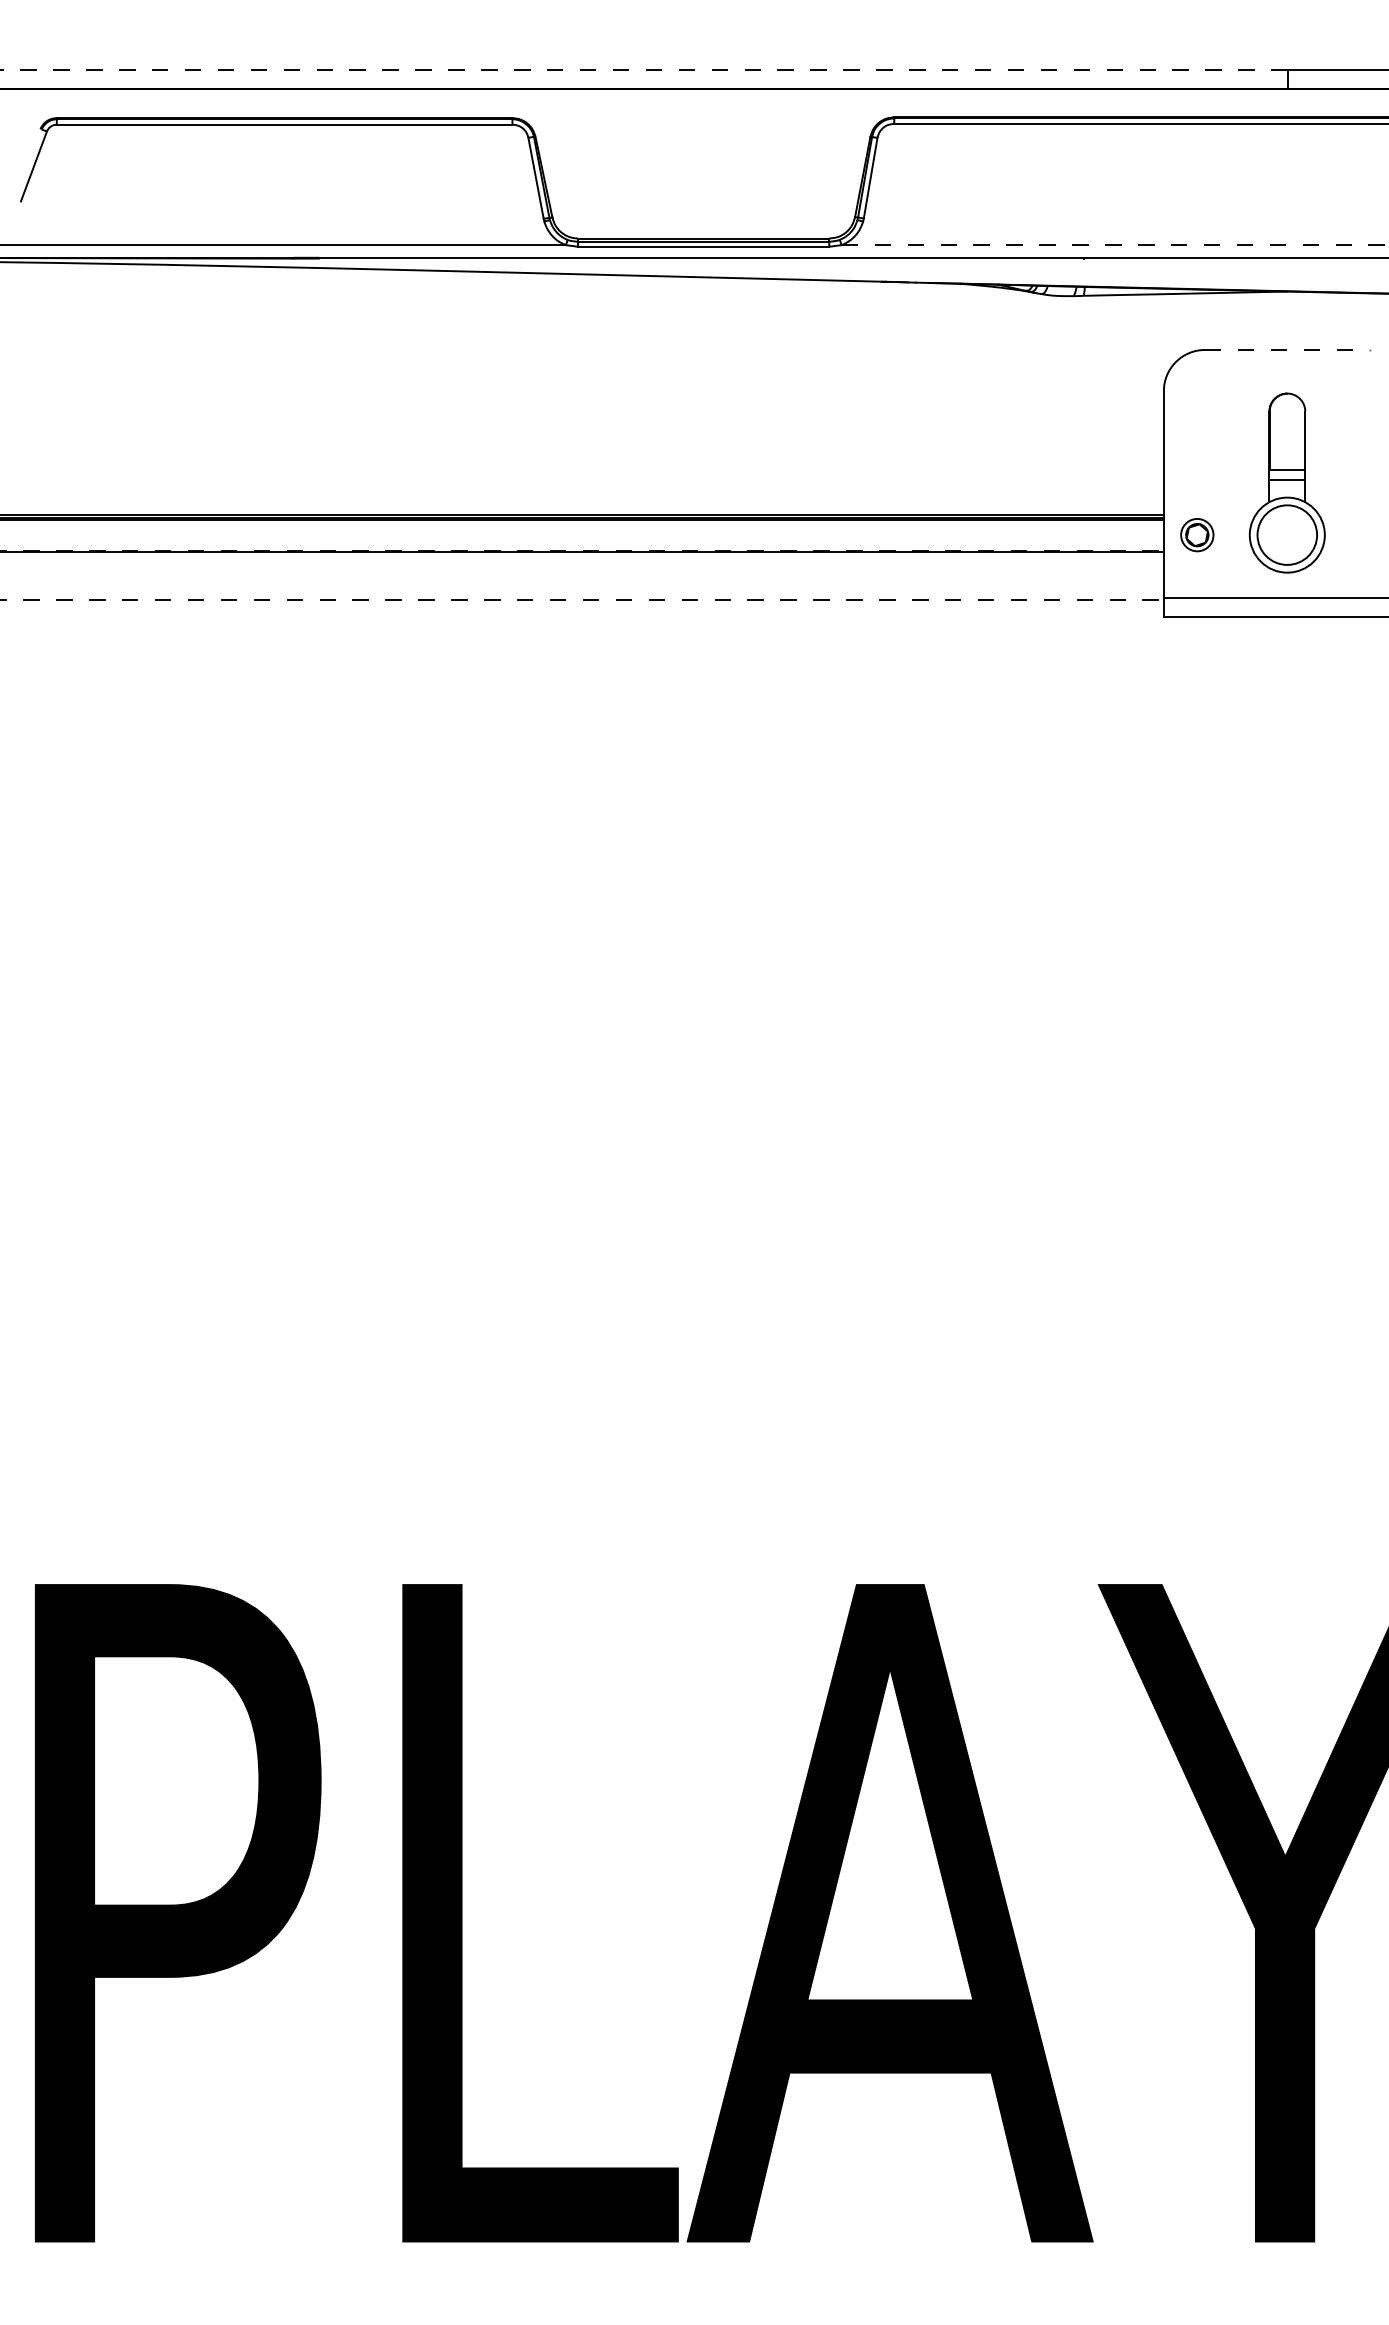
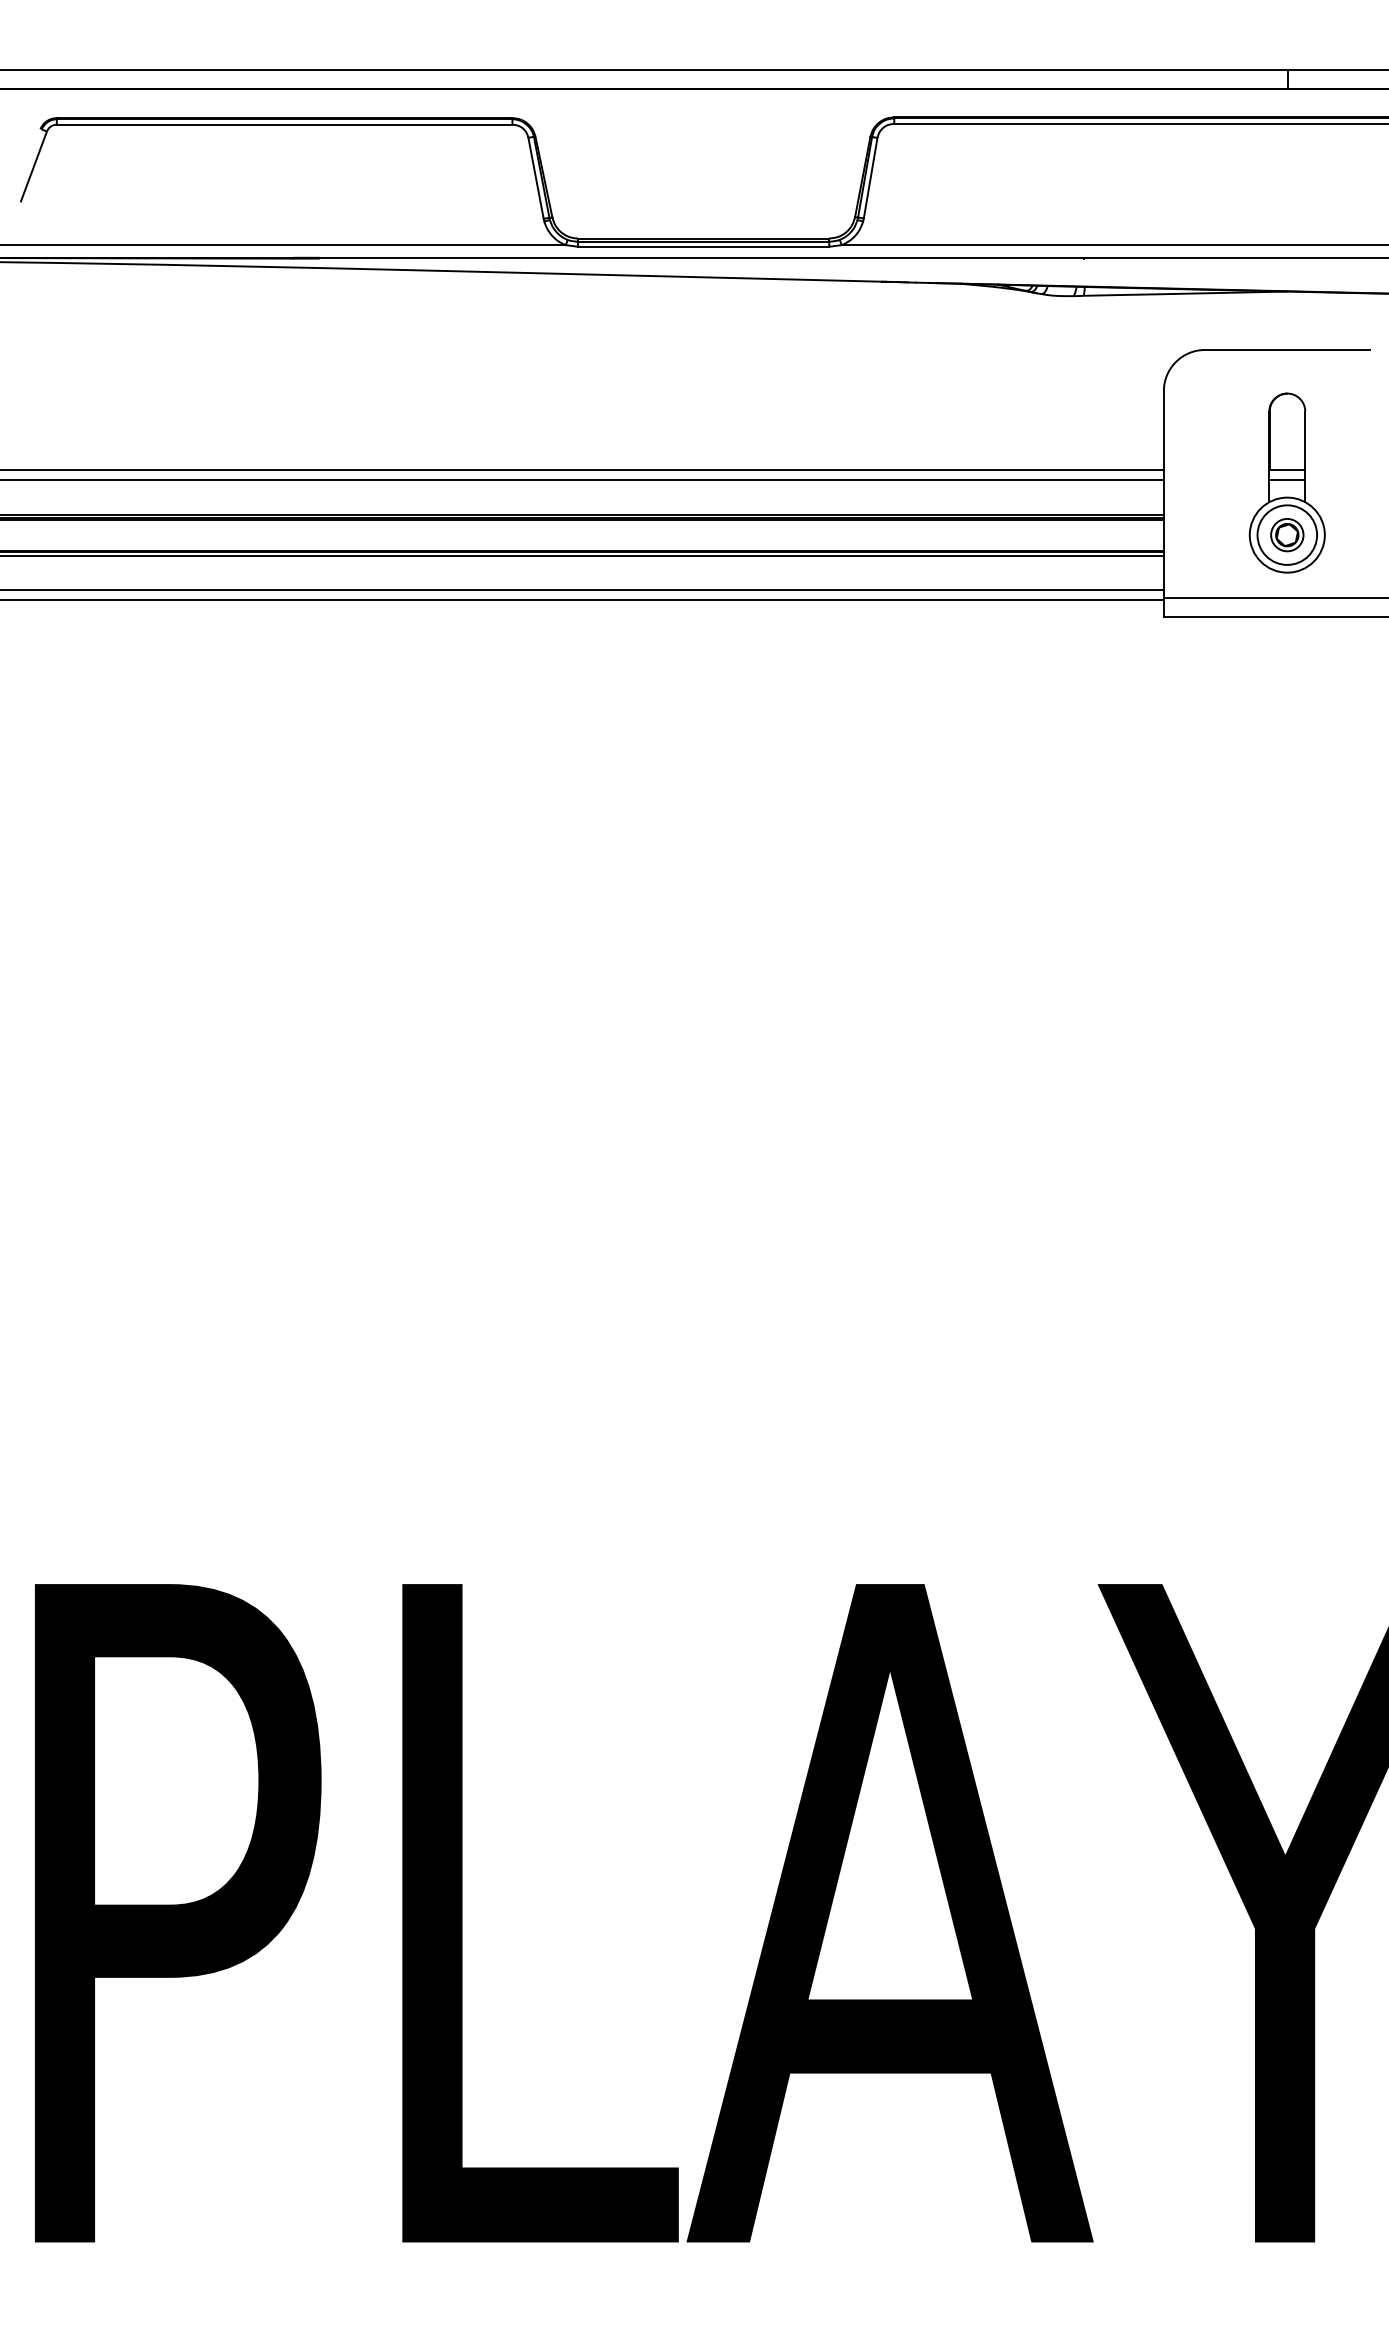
line at (643, 69): dashed -> solid
line at (1115, 245): dashed -> solid
line at (1287, 349): dashed -> solid
line at (582, 470): none -> present
line at (582, 480): none -> present
part at (1197, 535) position: (1197, 535) -> (1287, 535)
line at (581, 550): dashed -> solid
line at (582, 555): none -> present
line at (582, 590): none -> present
line at (581, 599): dashed -> solid
